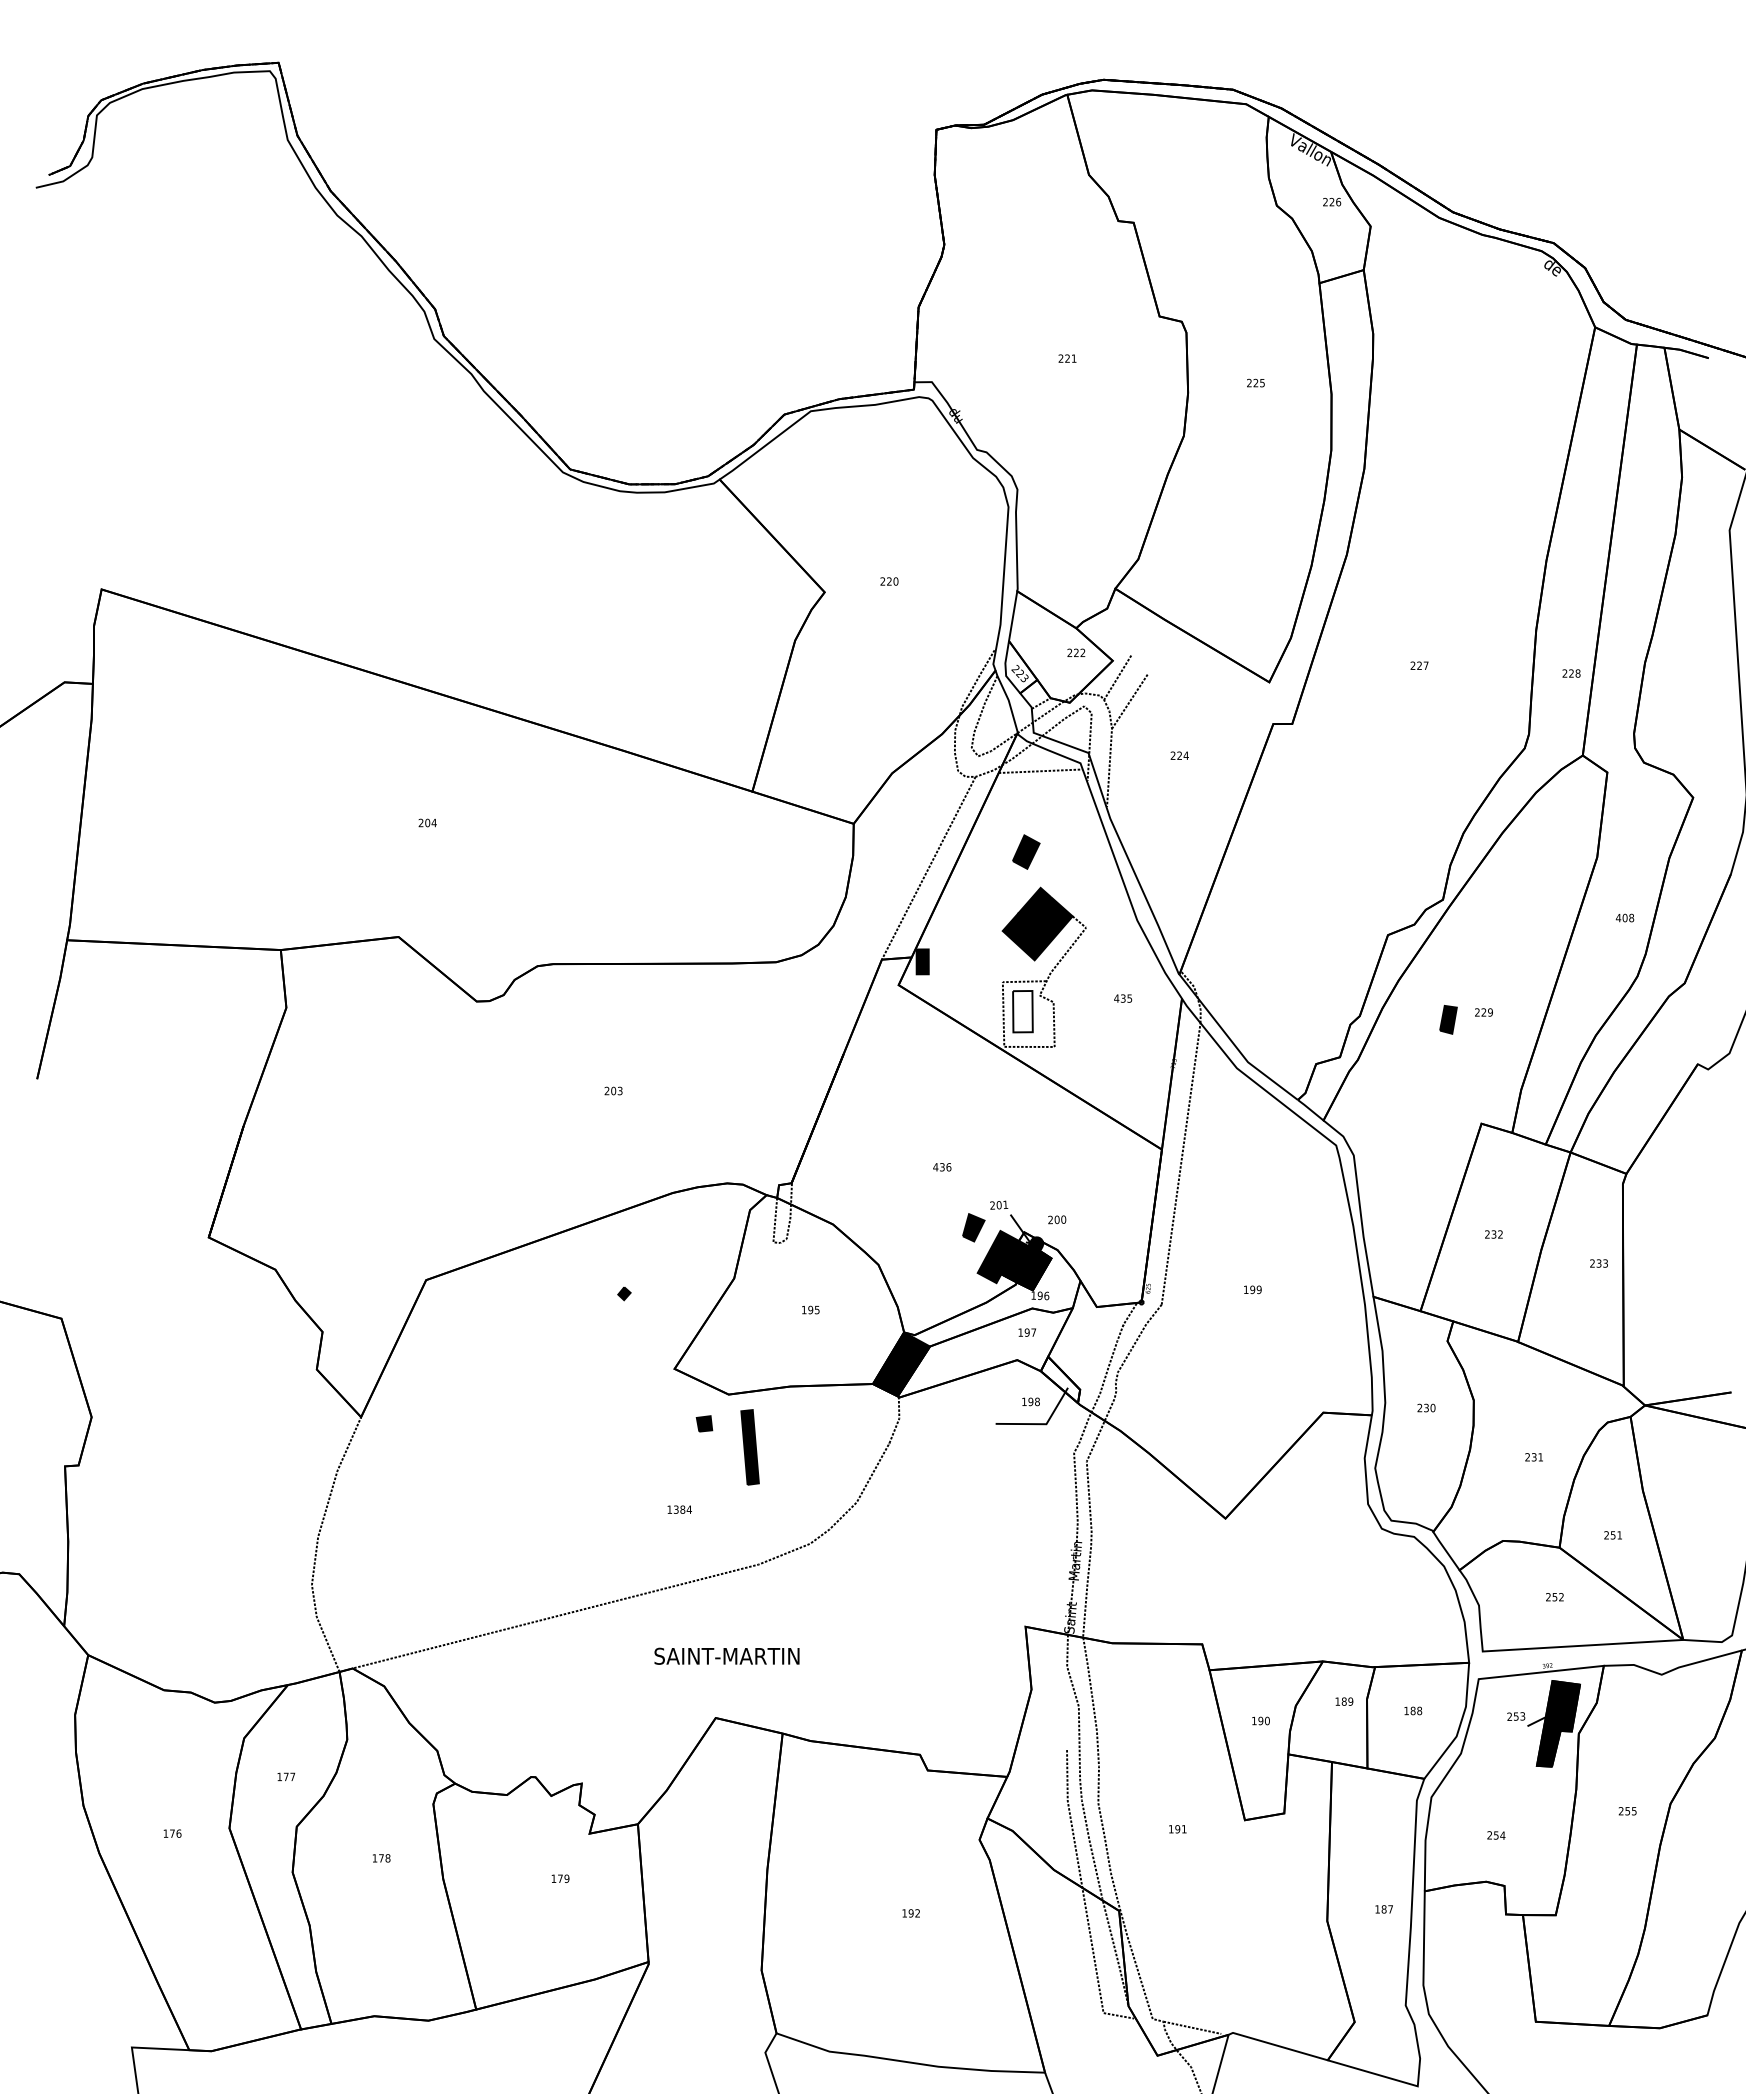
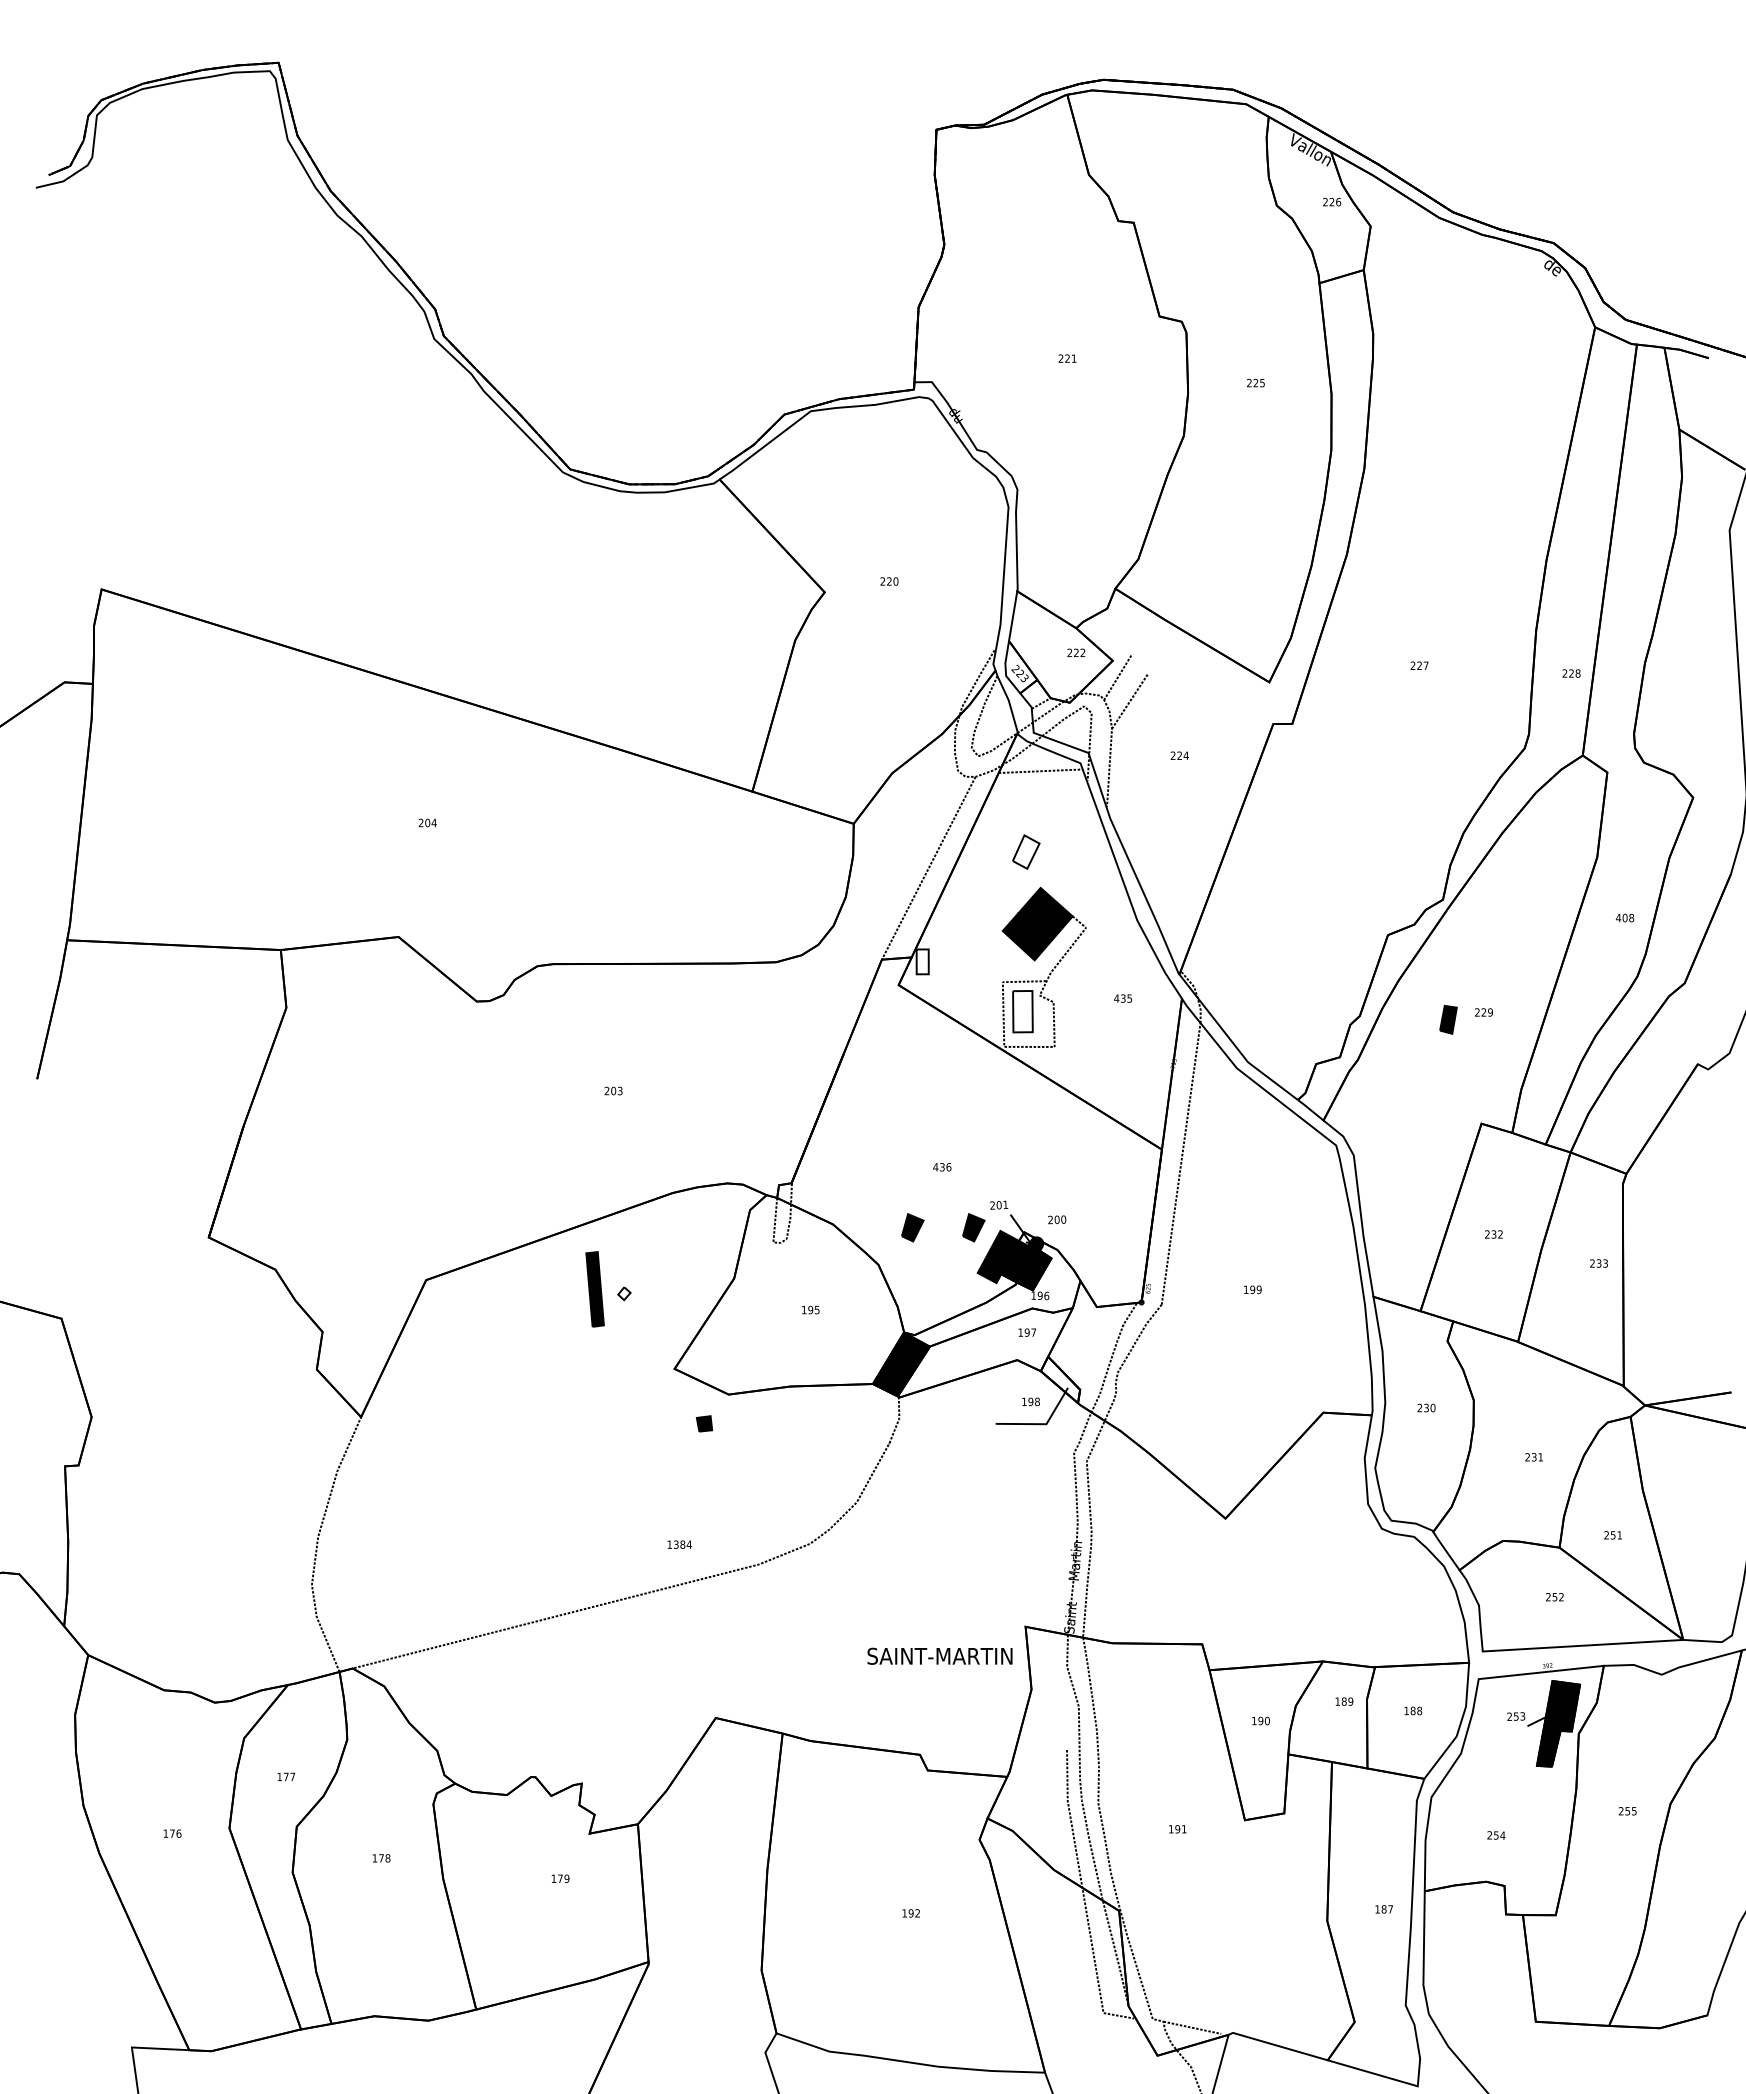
fill at (1025, 851): present -> none
fill at (922, 961): present -> none
part at (912, 1227): none -> present
fill at (624, 1293): present -> none
part at (749, 1447) position: (749, 1447) -> (594, 1289)
text at (679, 1509) position: (679, 1509) -> (679, 1544)
text at (726, 1655) position: (726, 1655) -> (939, 1655)
